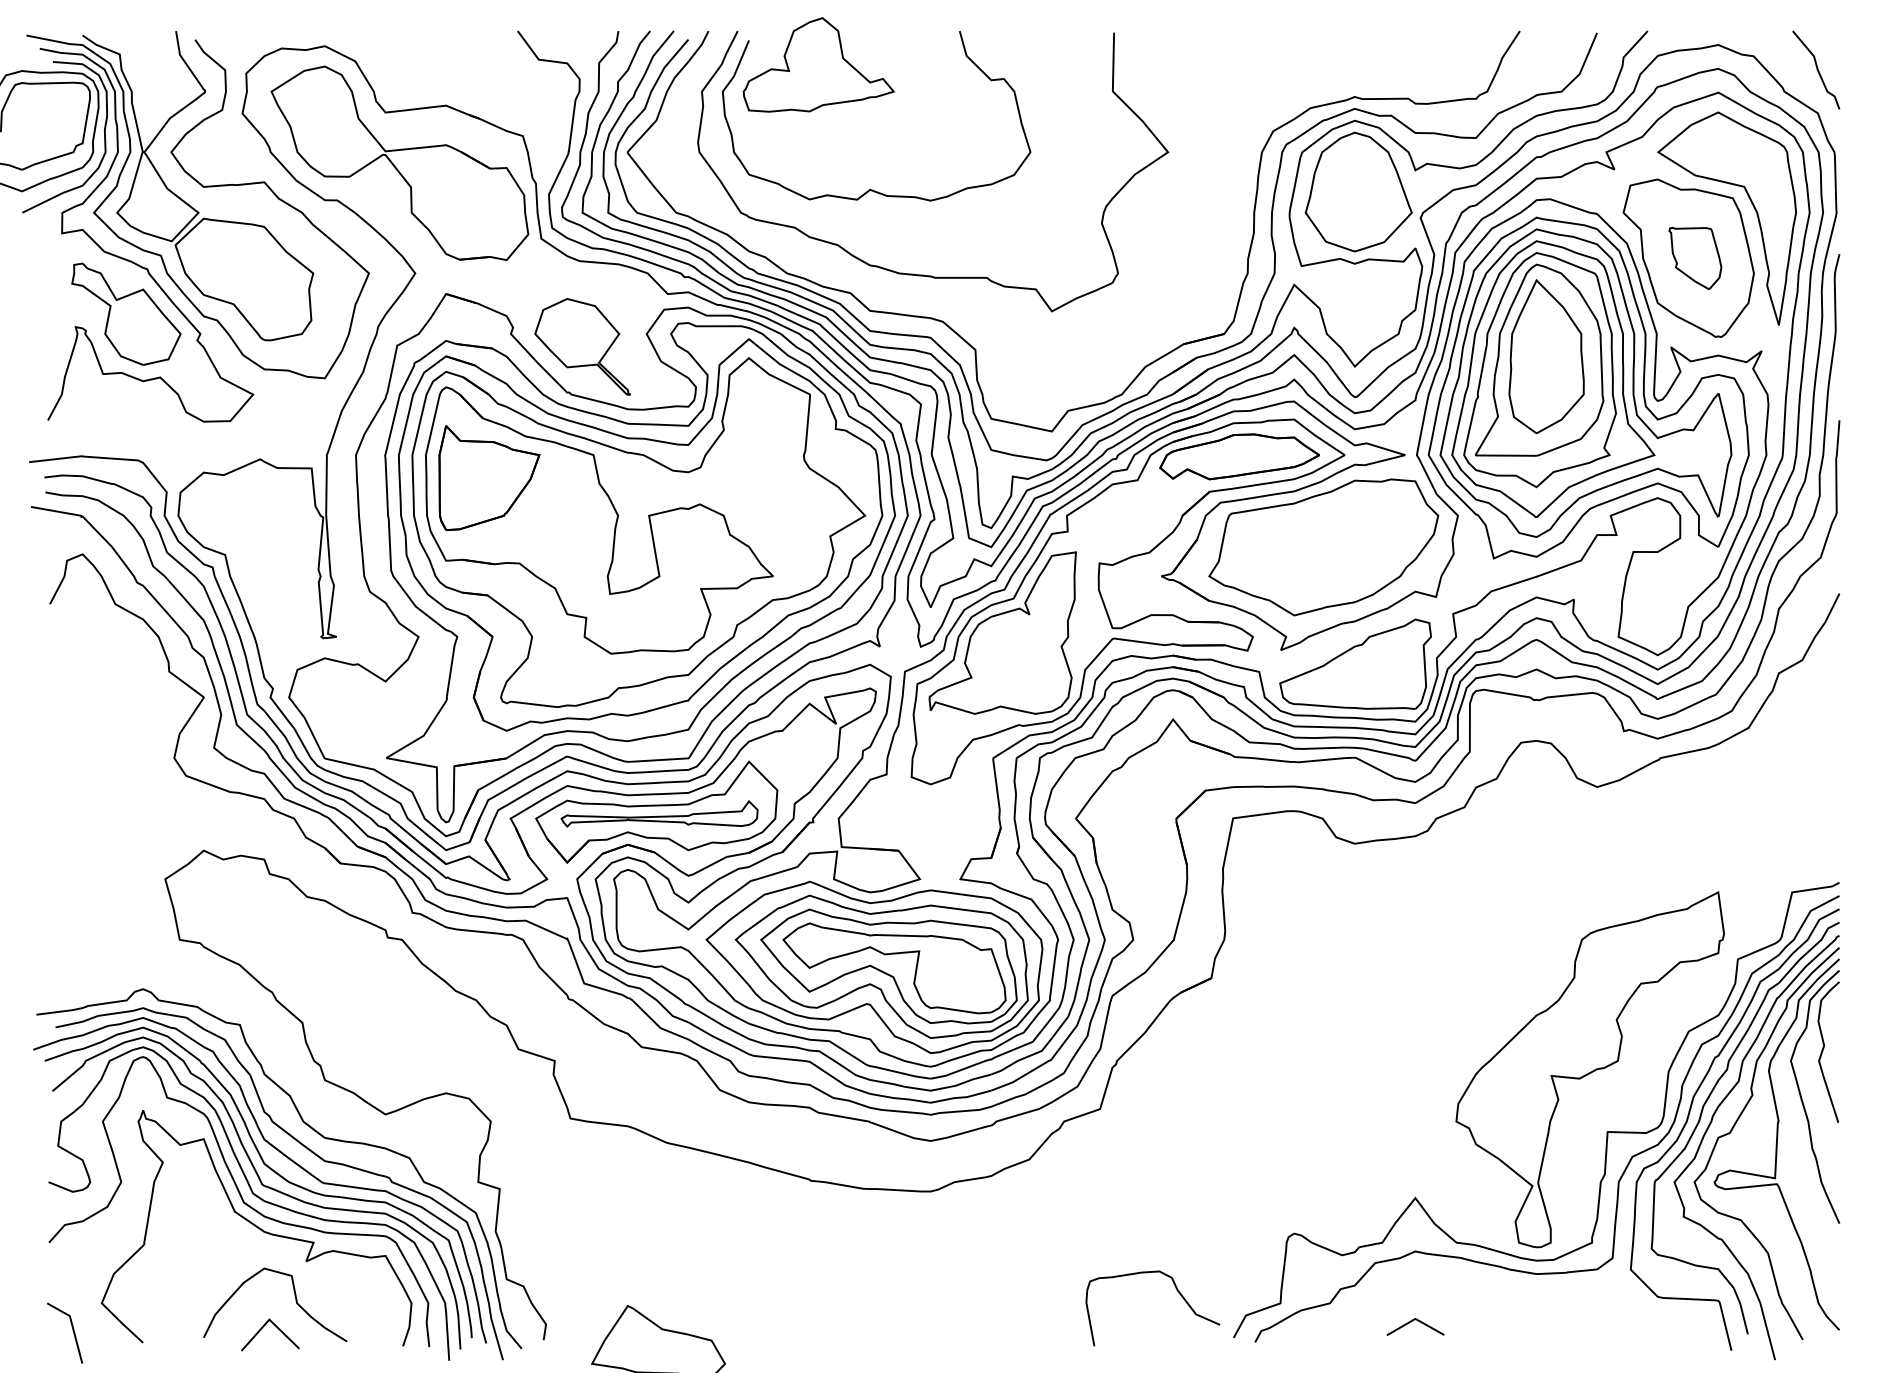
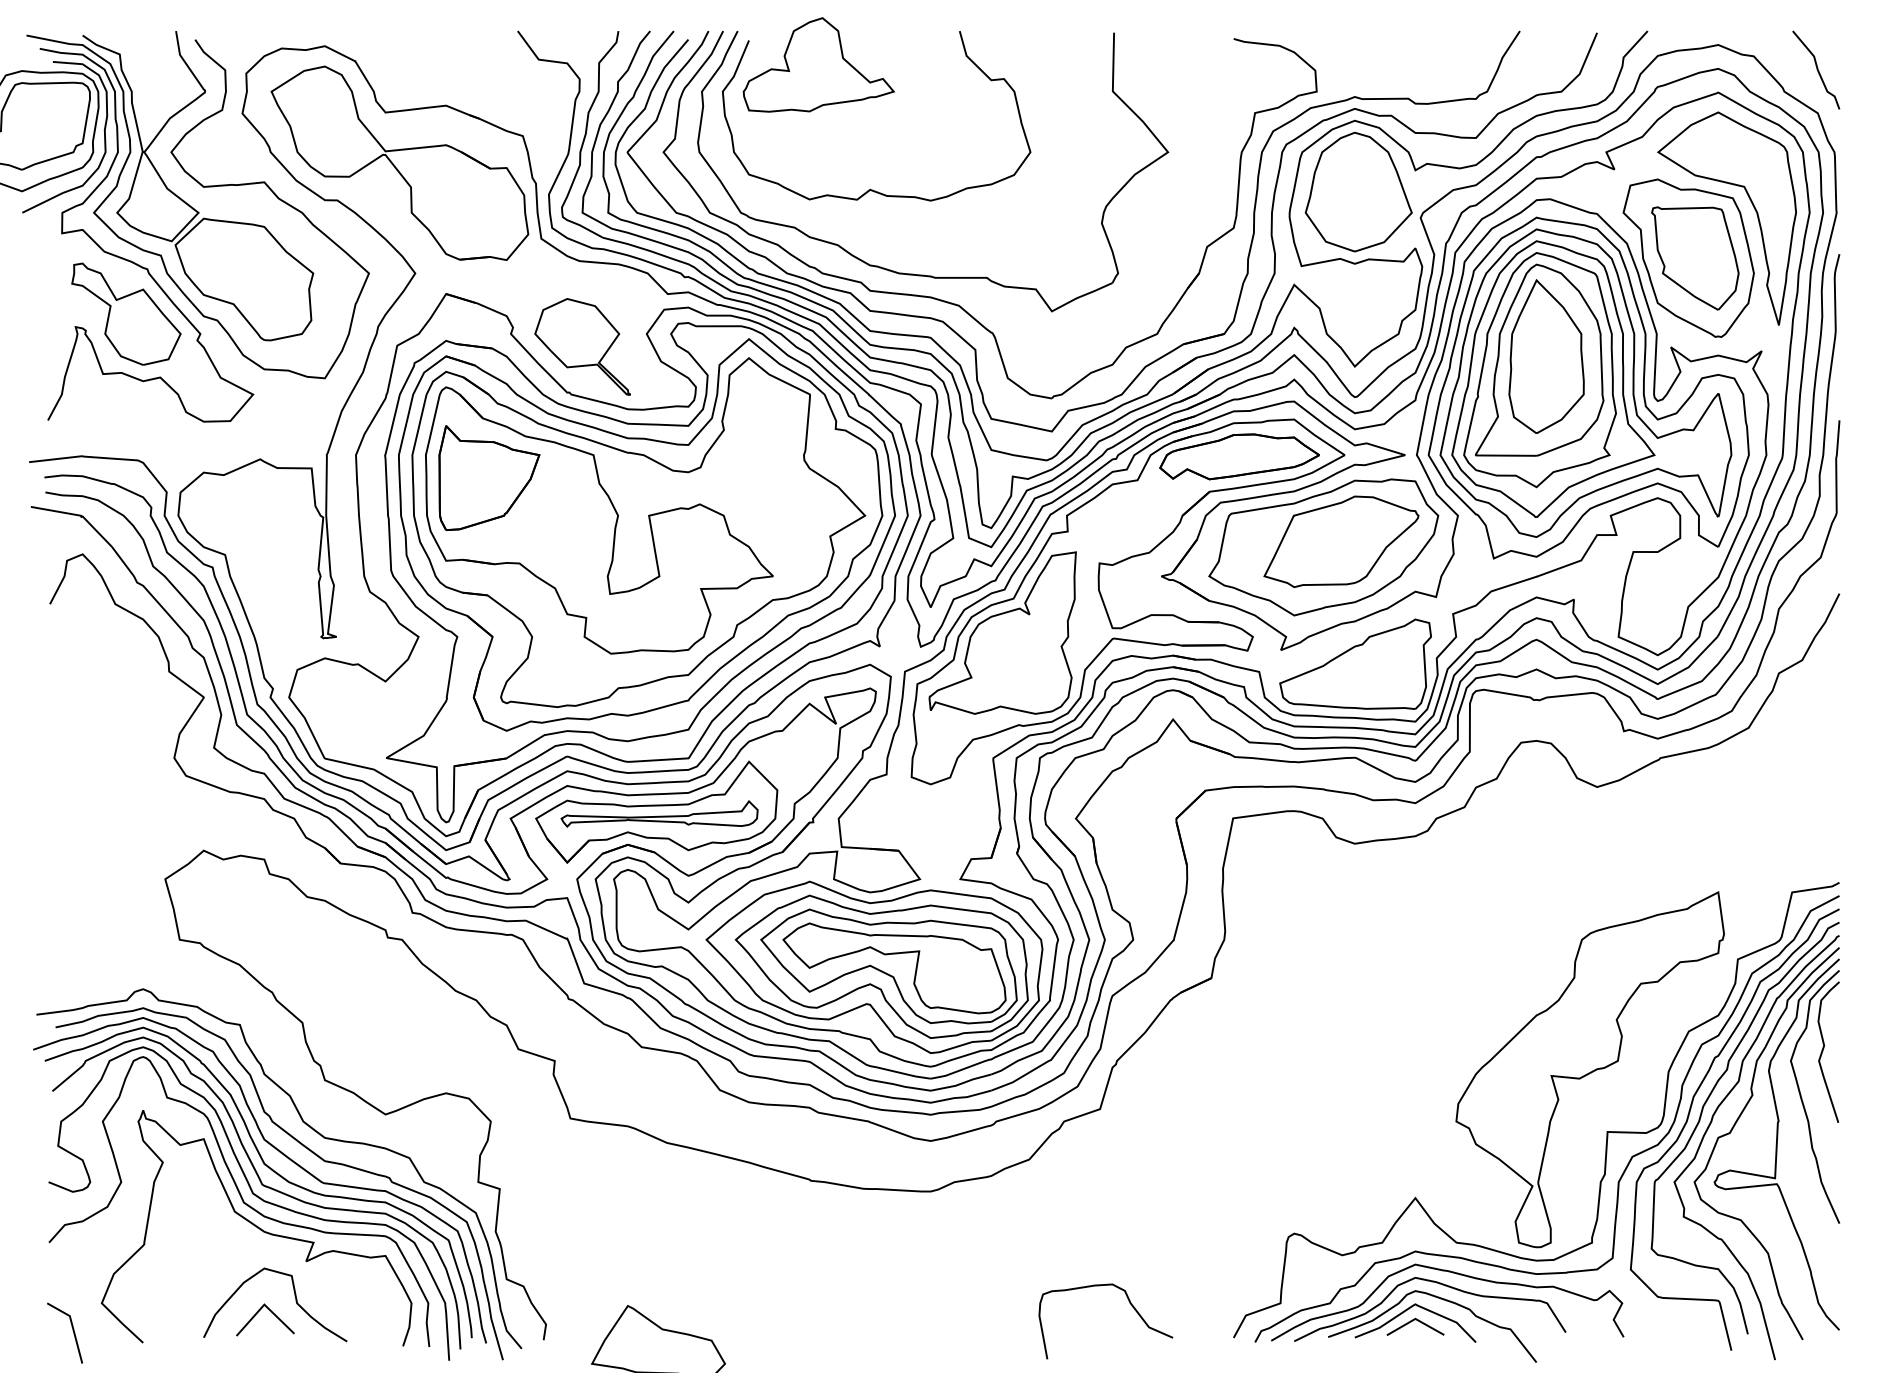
part at (1695, 257) size: 55x64 px -> 89x105 px
part at (958, 304): none -> present
part at (1341, 541): none -> present
curve at (1176, 1290) position: (1176, 1290) -> (1129, 1303)
part at (1447, 1312): none -> present
line at (276, 1327) position: (276, 1327) -> (271, 1312)
